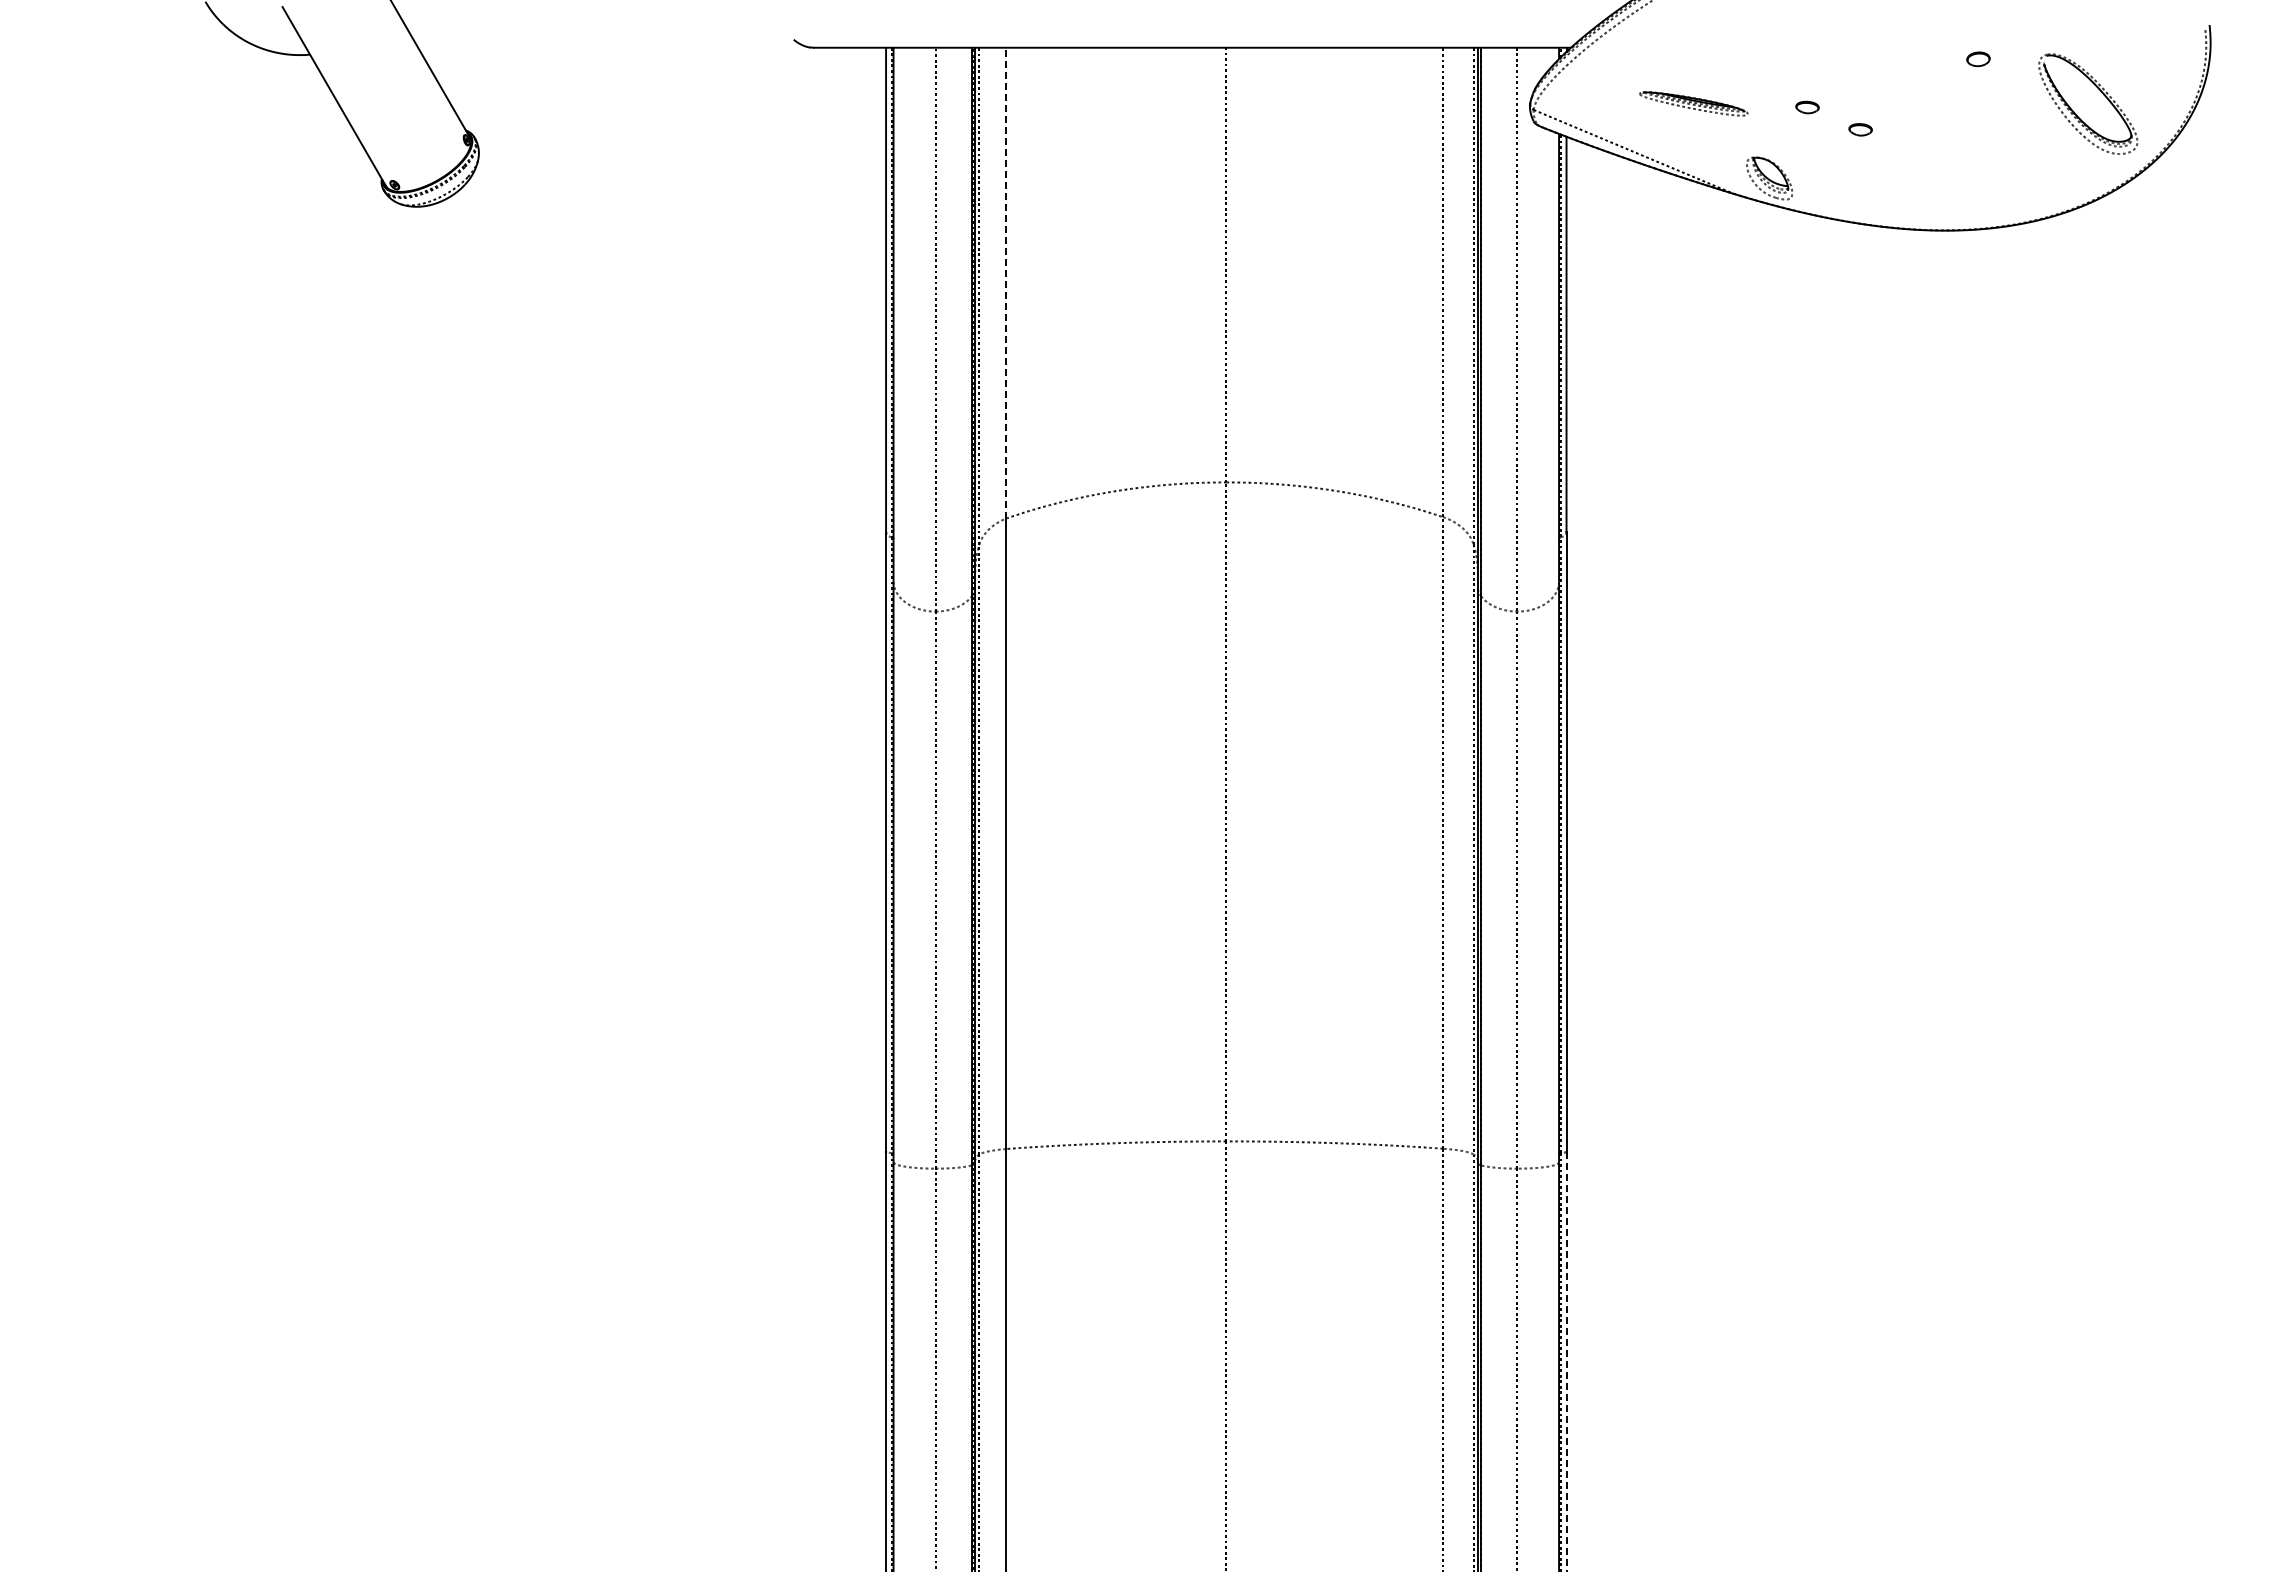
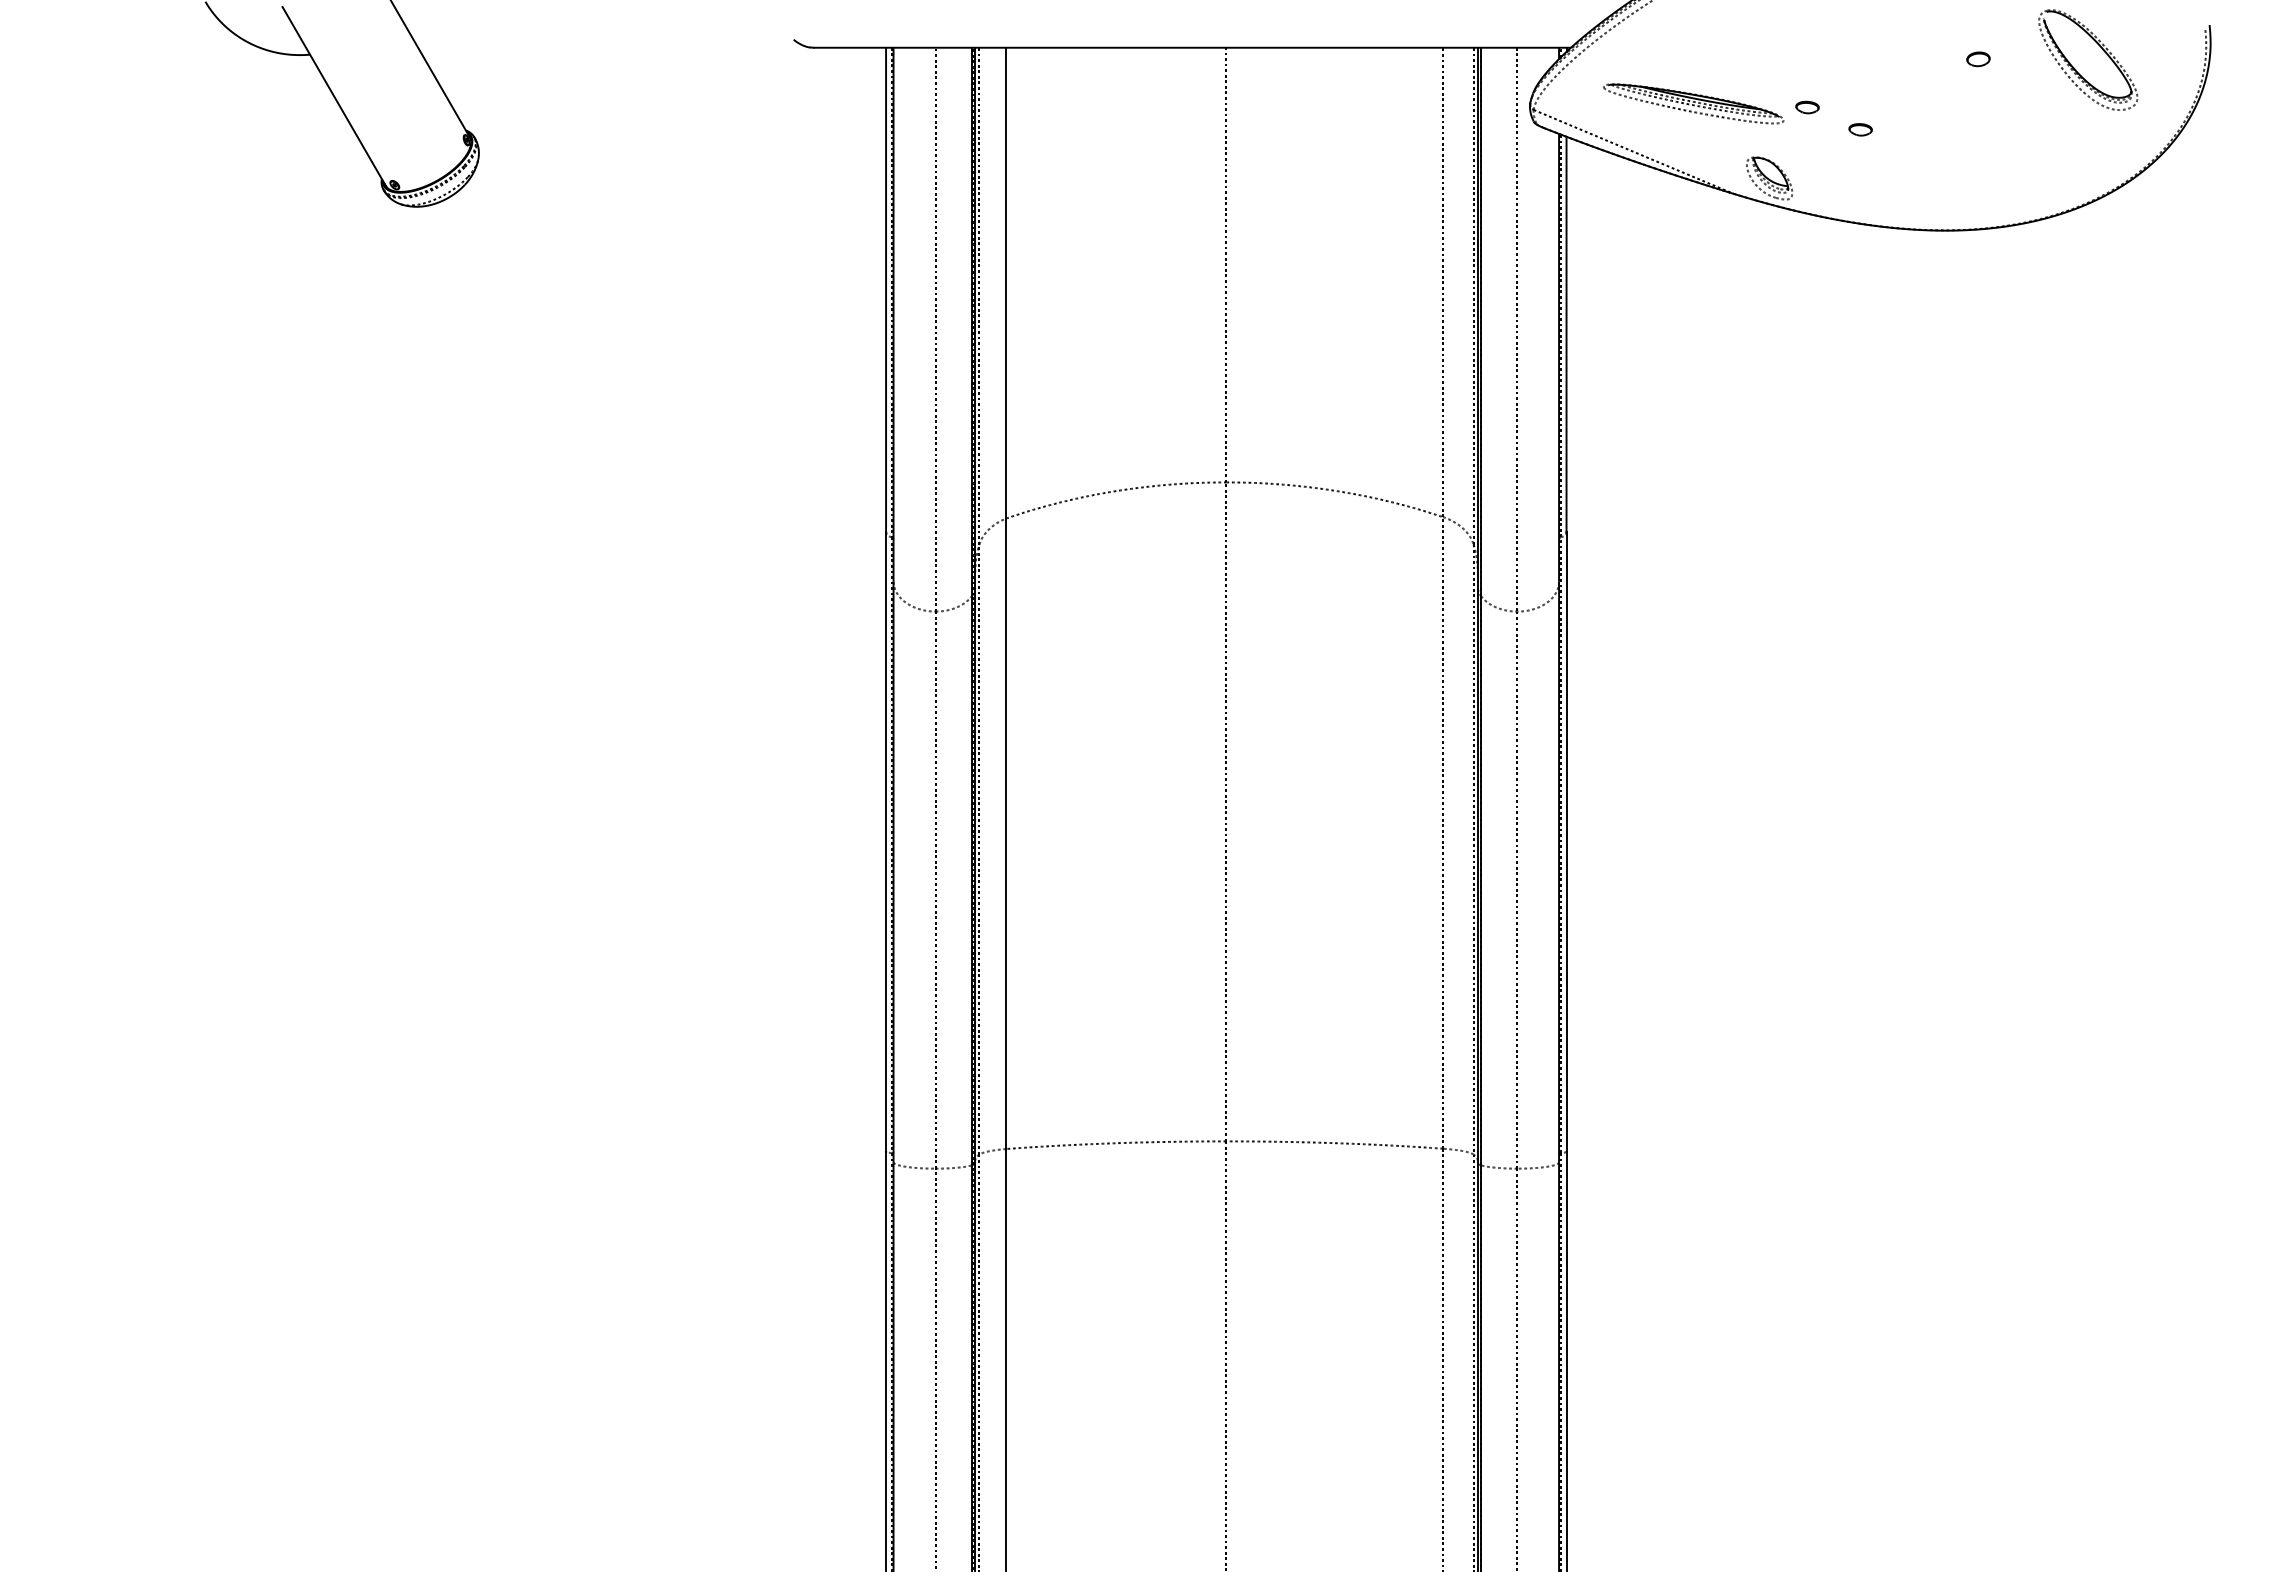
part at (1693, 103) size: 110x26 px -> 182x42 px
part at (2075, 112) position: (2075, 112) -> (2075, 68)
line at (1006, 282): dashed -> solid
line at (1566, 1361): dashed -> solid
